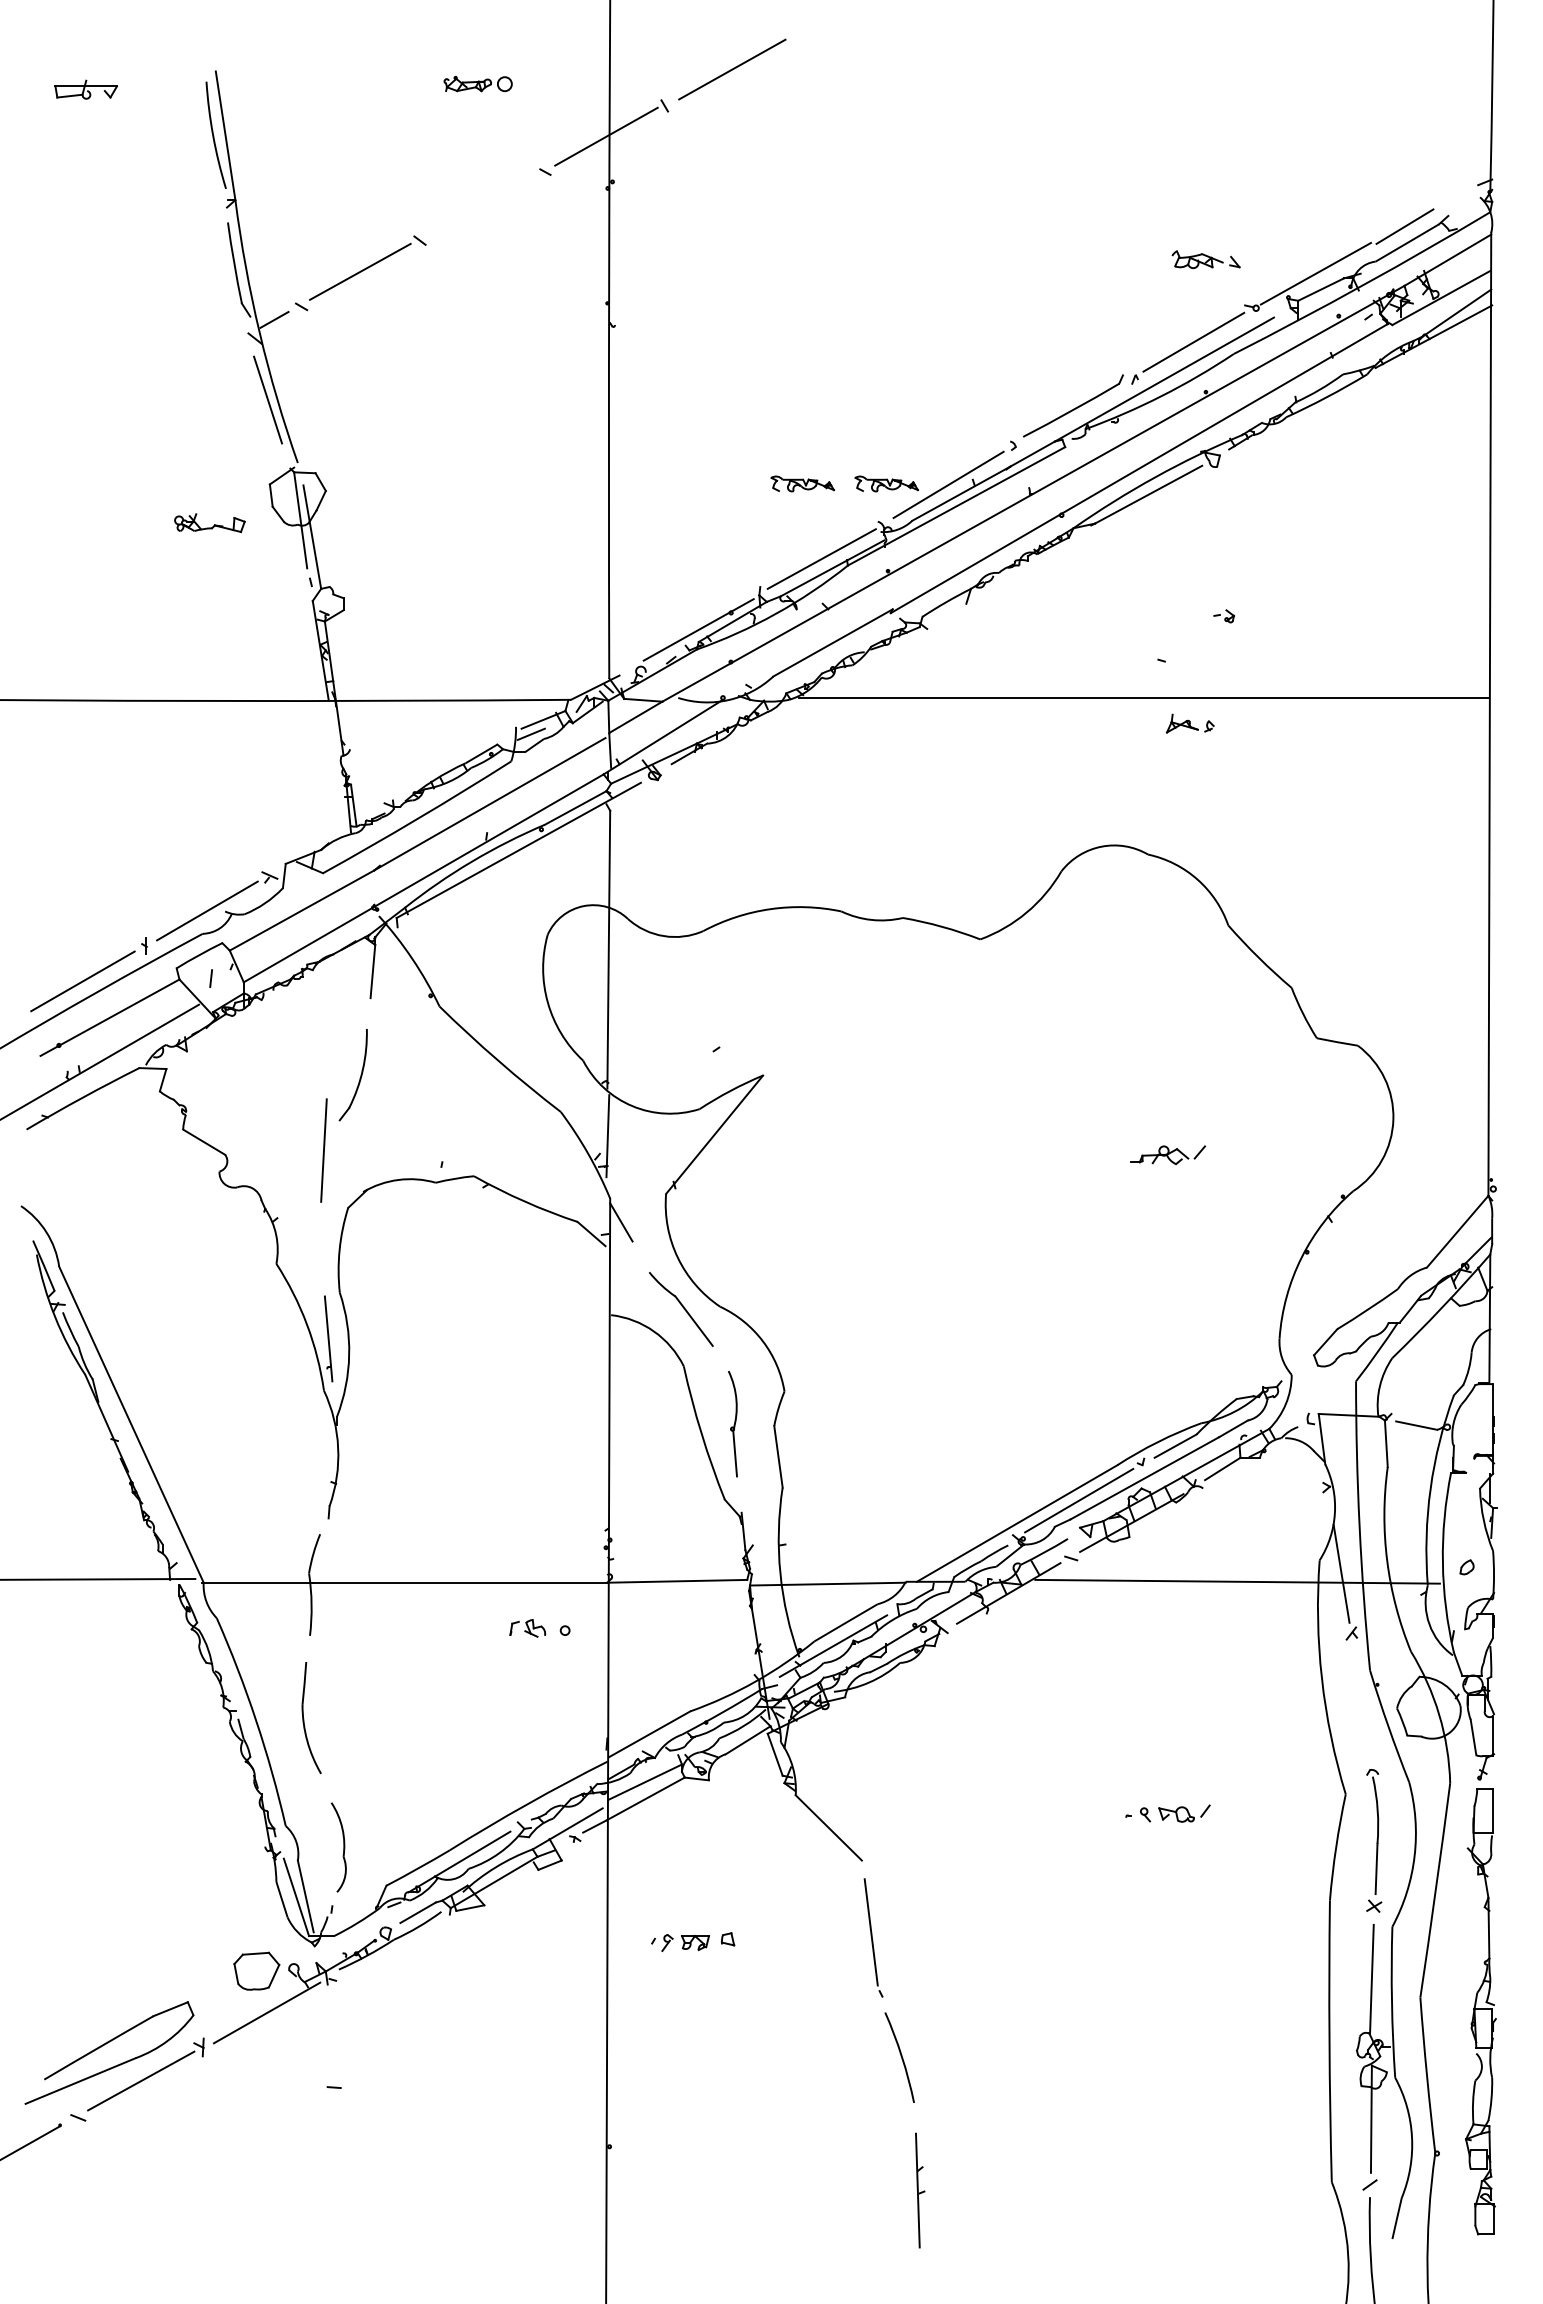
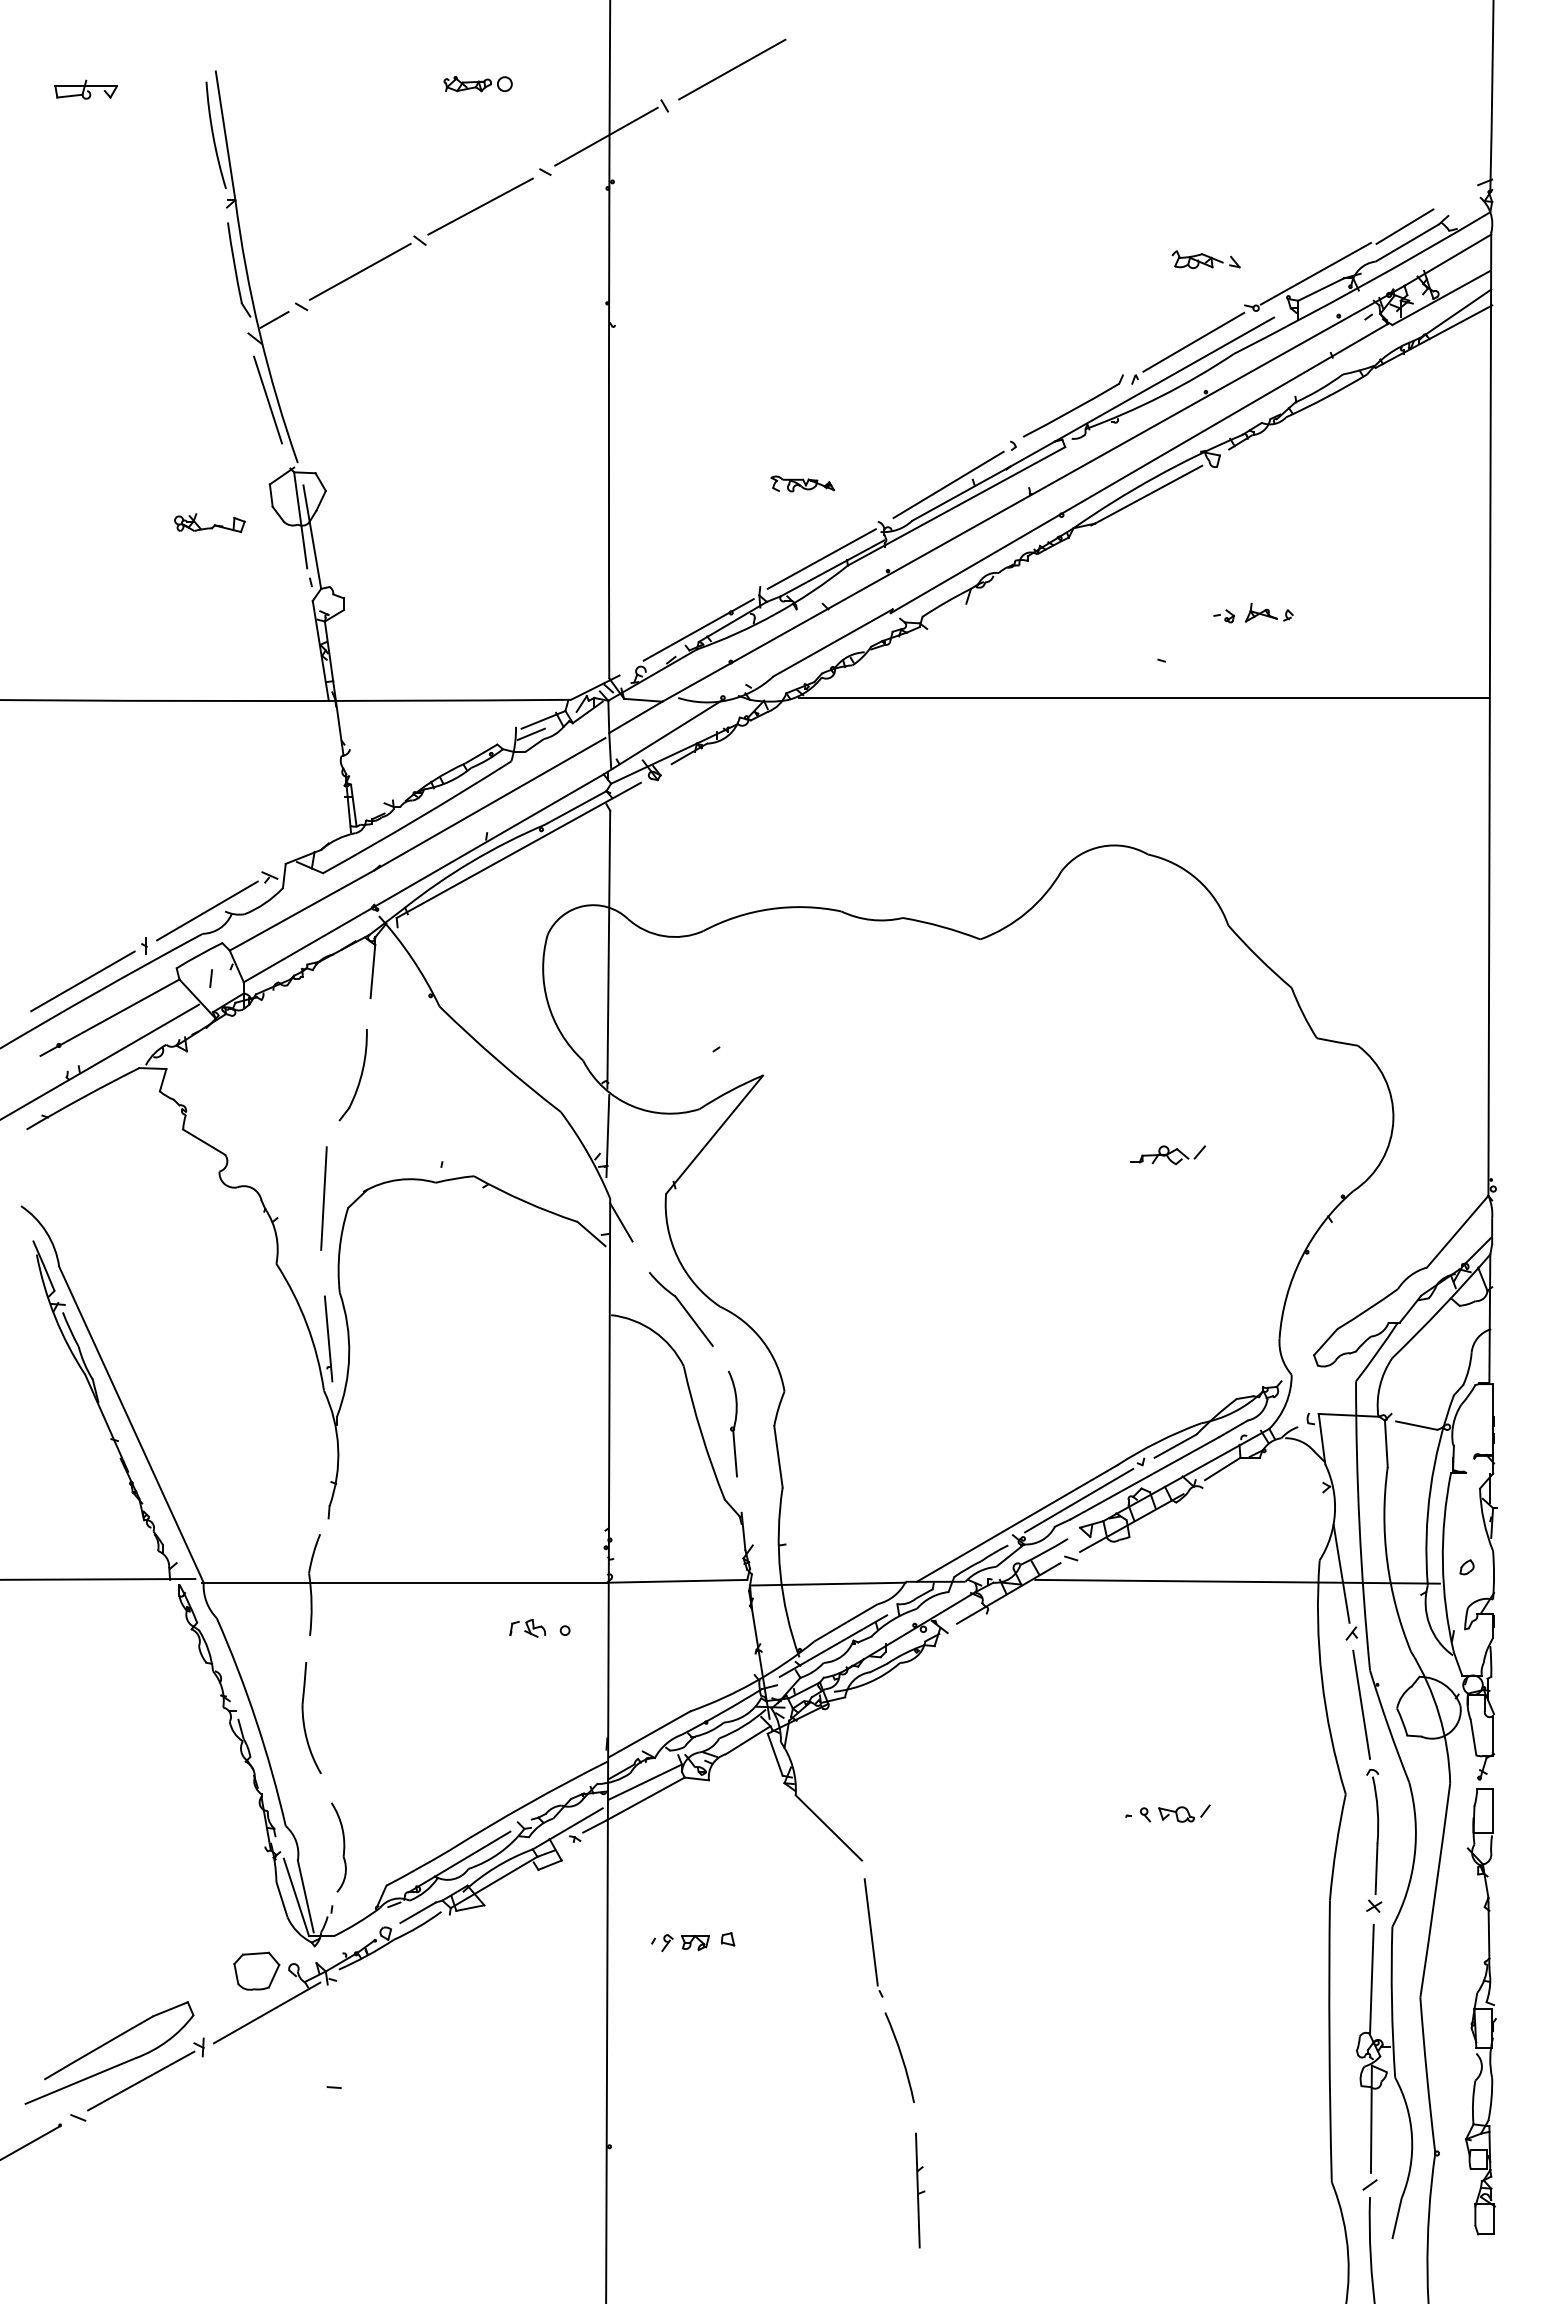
line at (480, 206): none -> present
part at (886, 483): present -> none
part at (1189, 723) position: (1189, 723) -> (1268, 612)
line at (323, 1150) position: (323, 1150) -> (323, 1198)
line at (1361, 1704): none -> present
